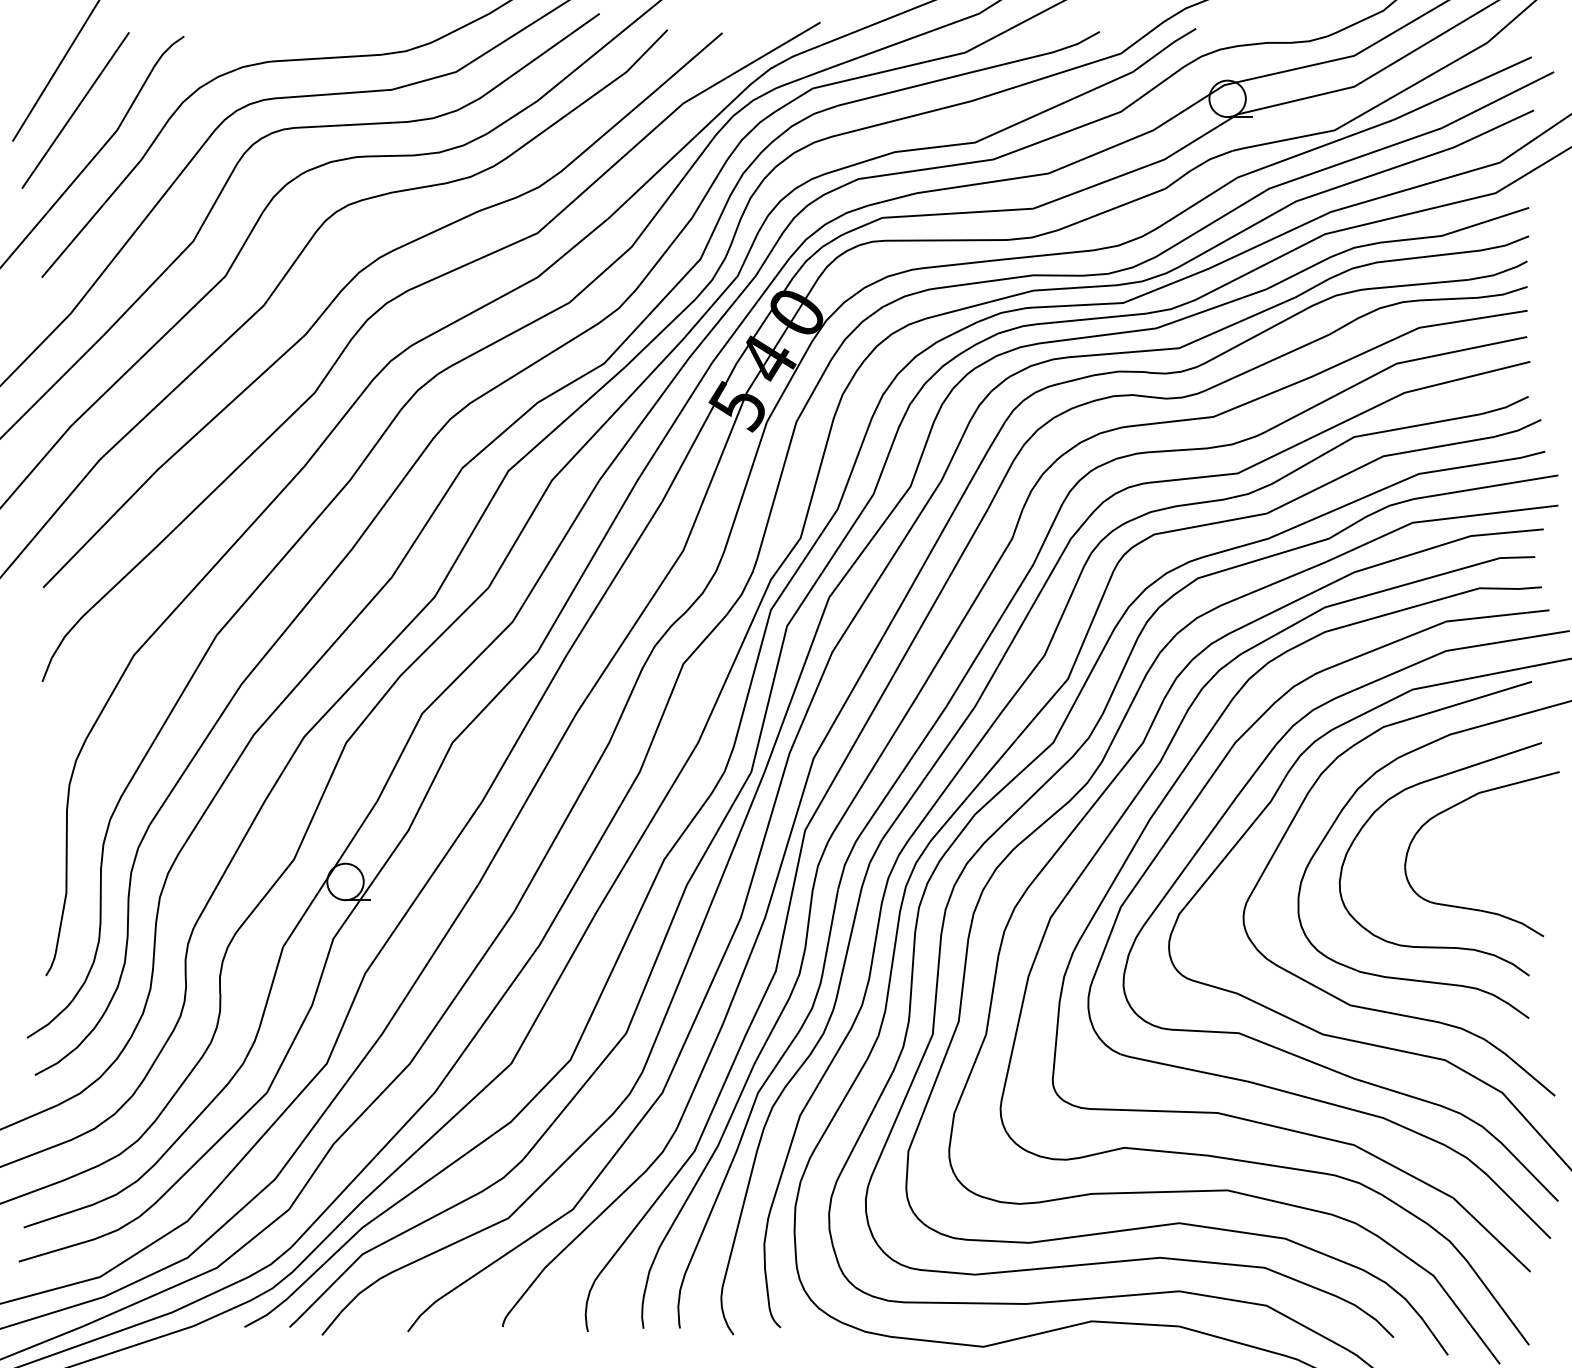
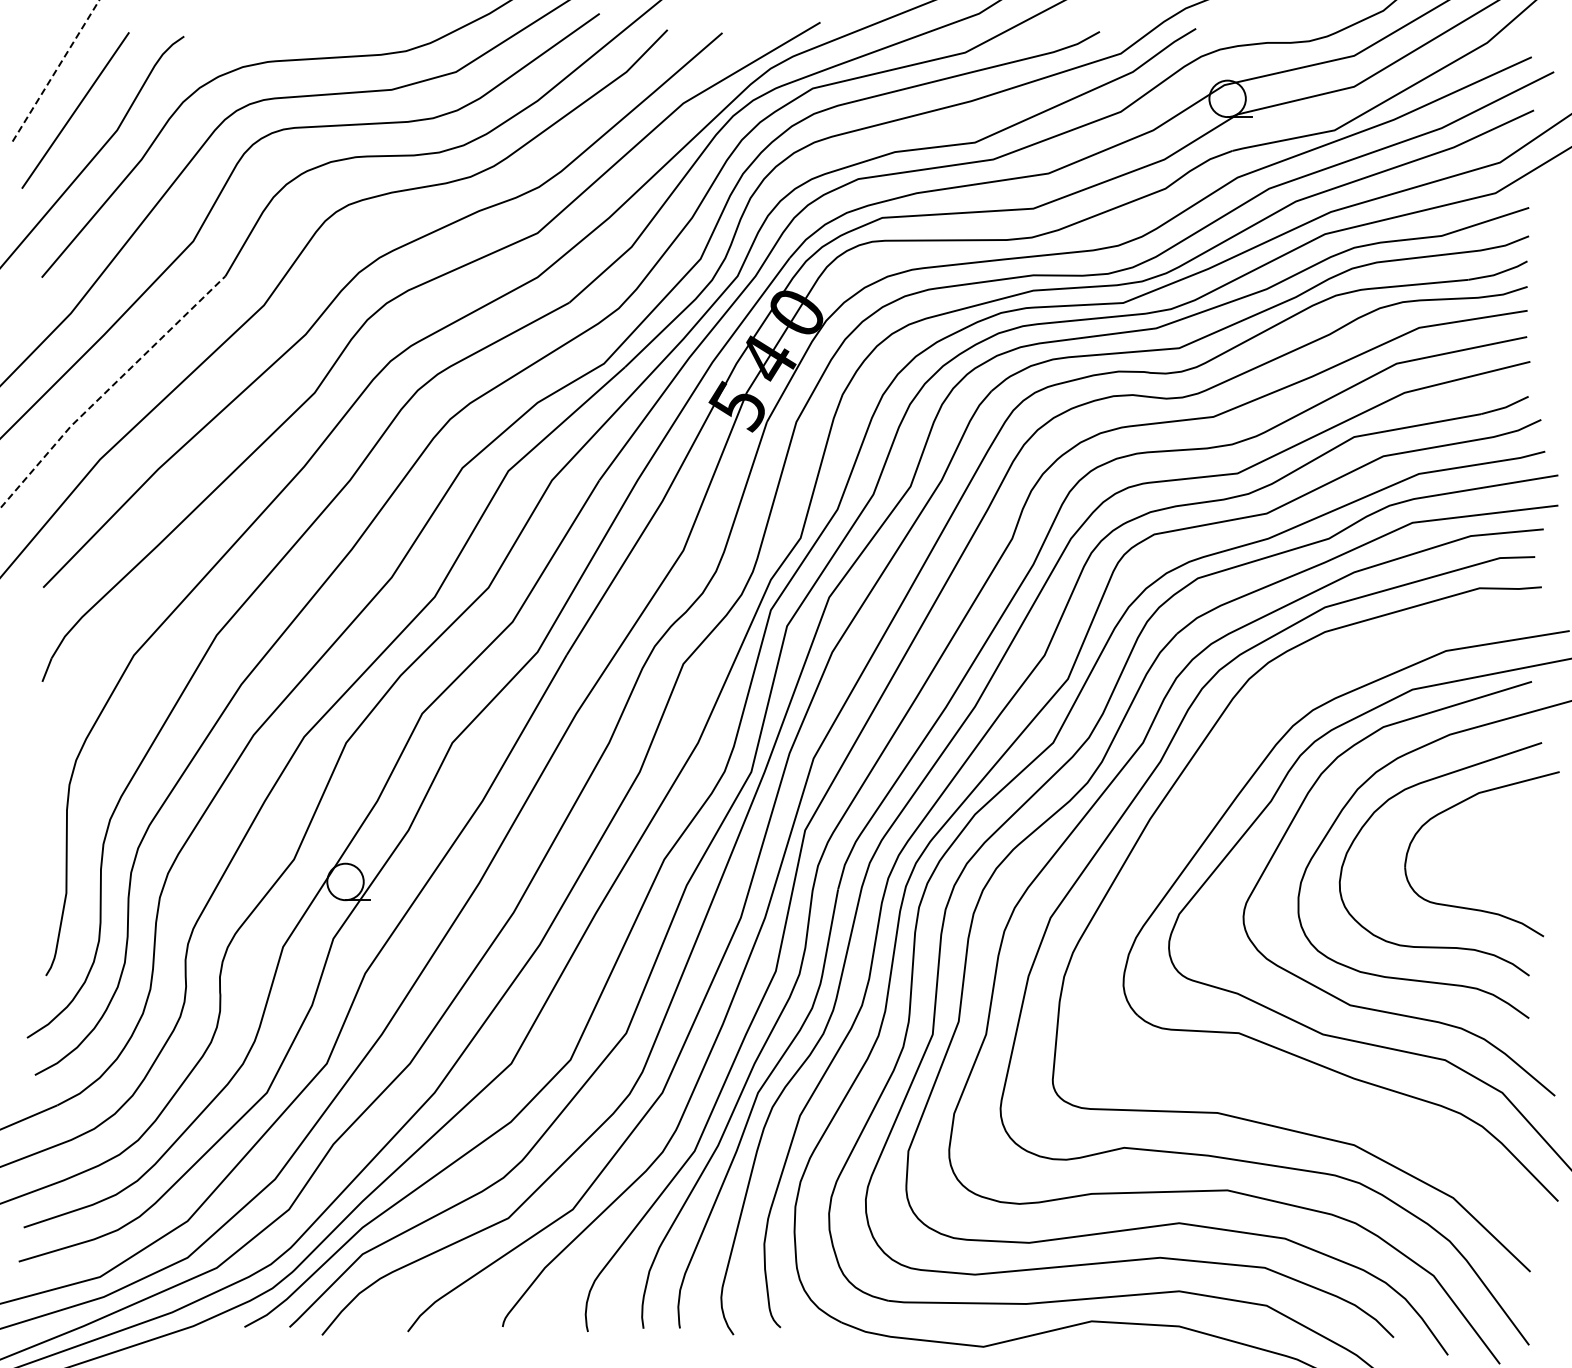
line at (55, 71): solid -> dashed
line at (108, 389): solid -> dashed
part at (1278, 1088): present -> none
